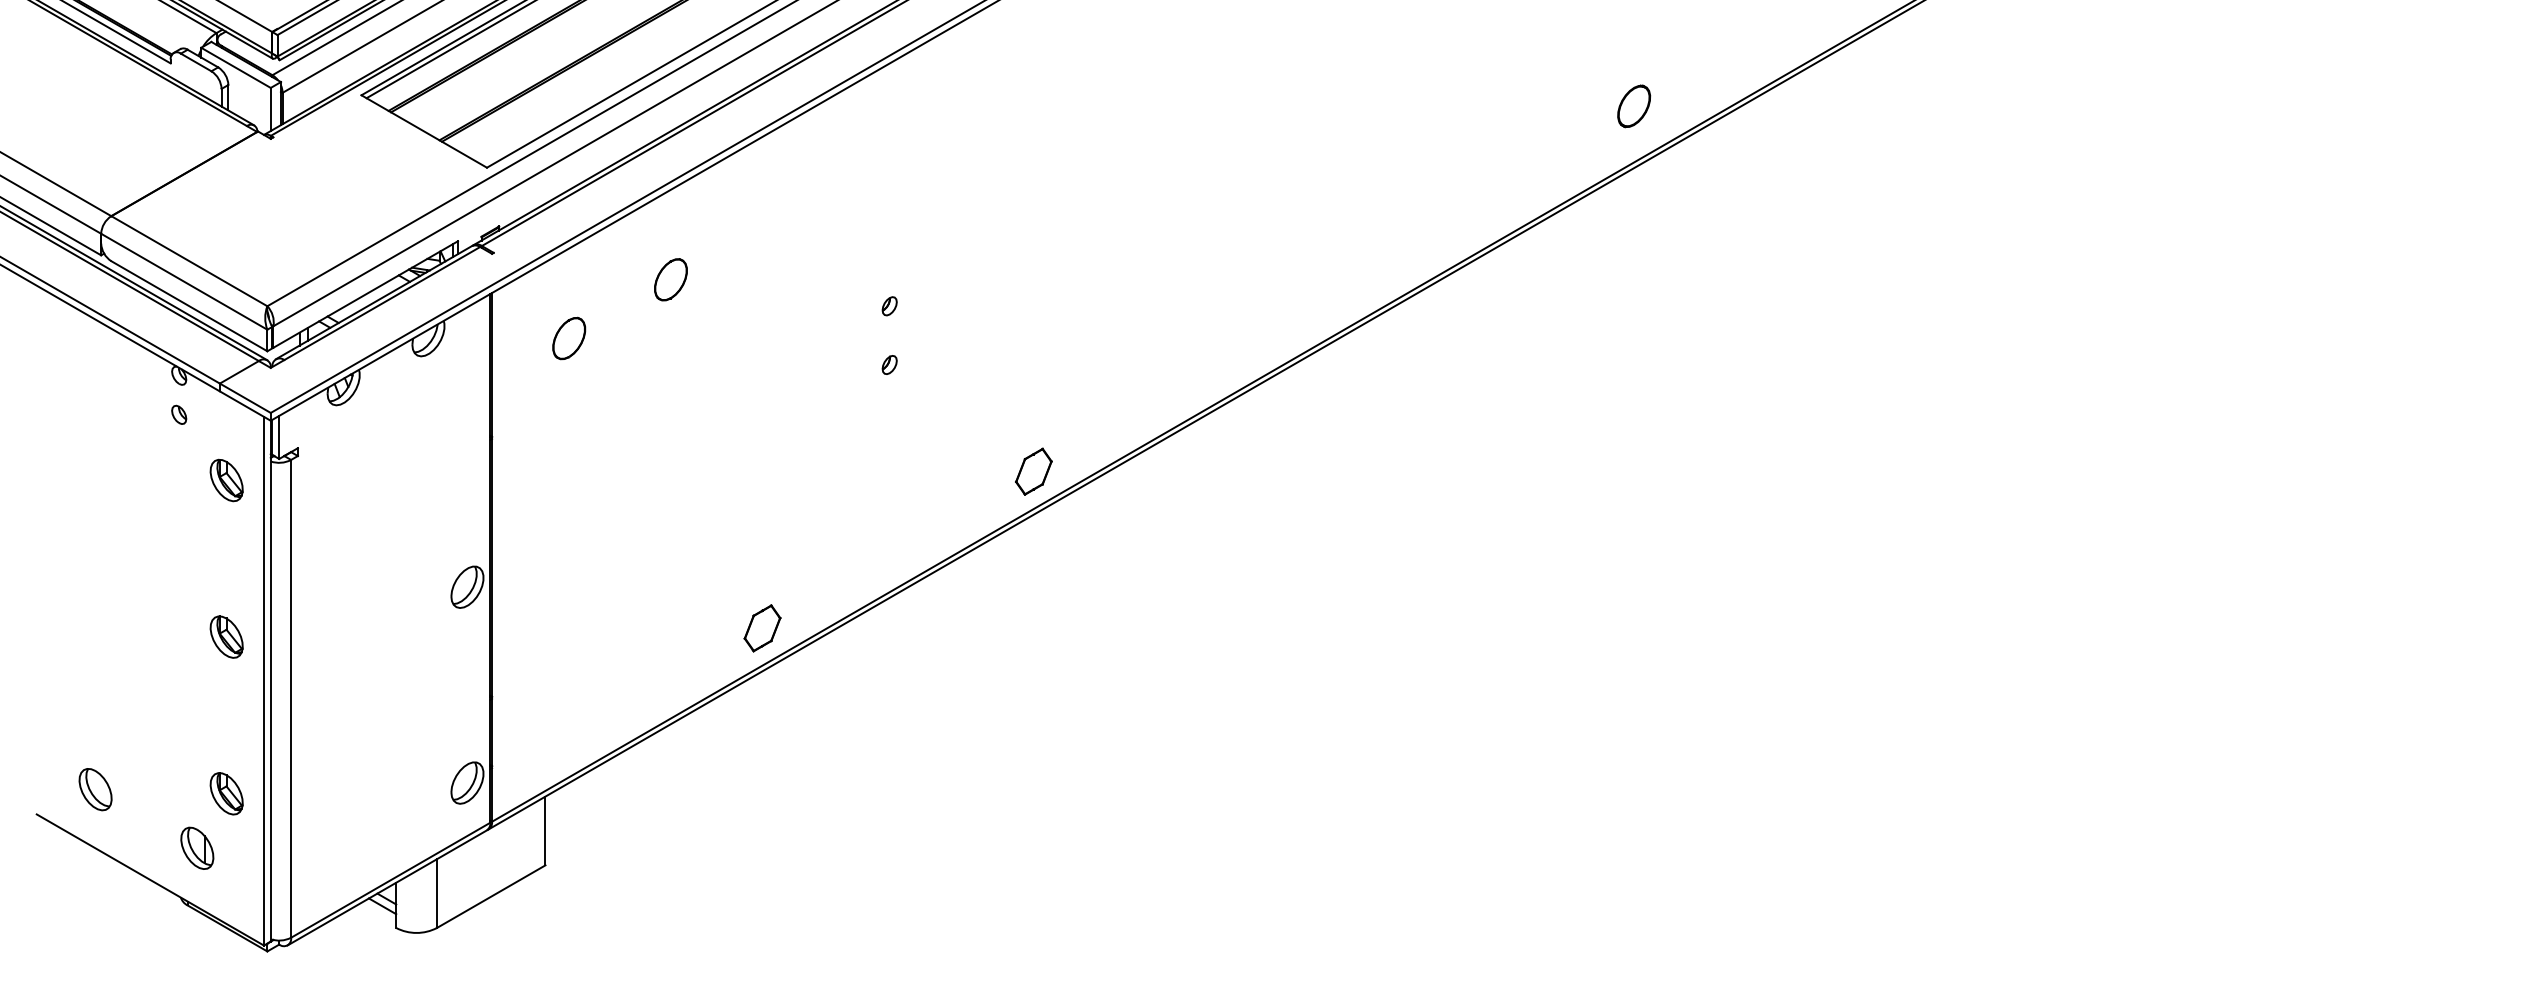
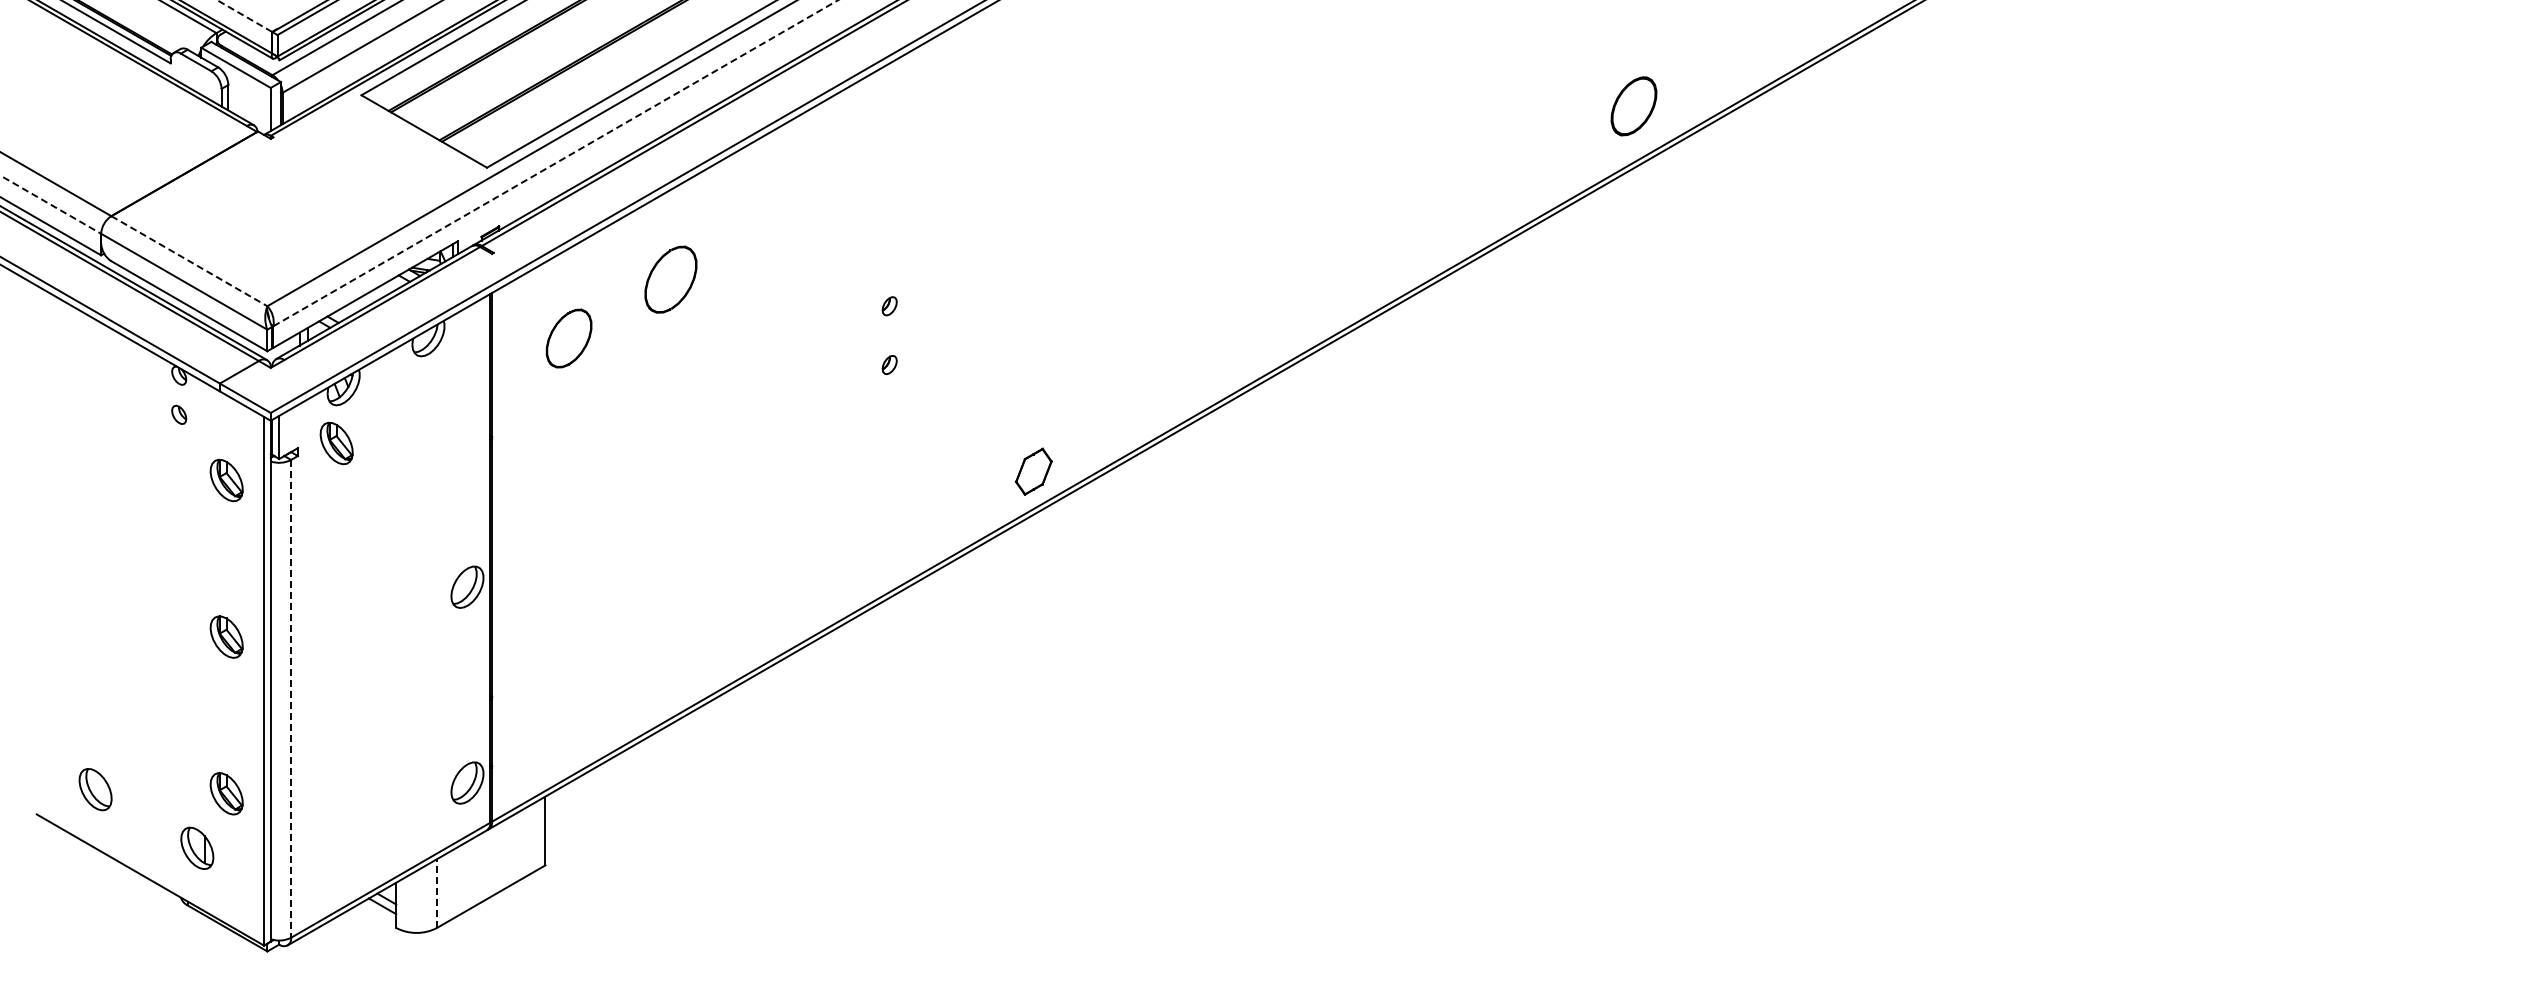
line at (244, 15): solid -> dashed
line at (449, 50): present -> none
part at (1634, 106) size: 35x45 px -> 48x61 px
line at (555, 163): solid -> dashed
line at (51, 204): solid -> dashed
line at (189, 261): solid -> dashed
part at (670, 279) size: 34x44 px -> 54x69 px
part at (569, 338) size: 35x45 px -> 48x61 px
part at (336, 443): none -> present
part at (762, 628): present -> none
line at (291, 698): solid -> dashed
line at (436, 893): solid -> dashed
